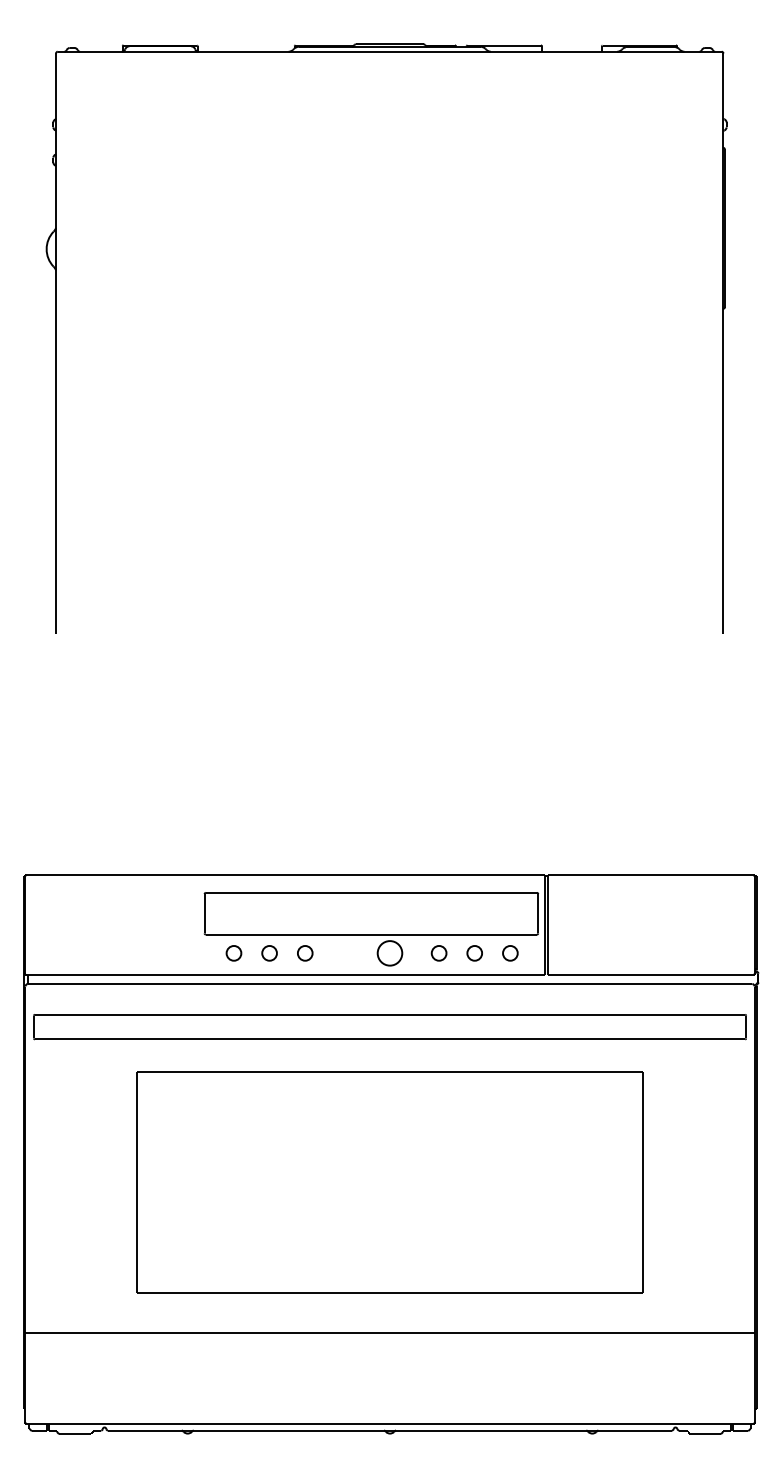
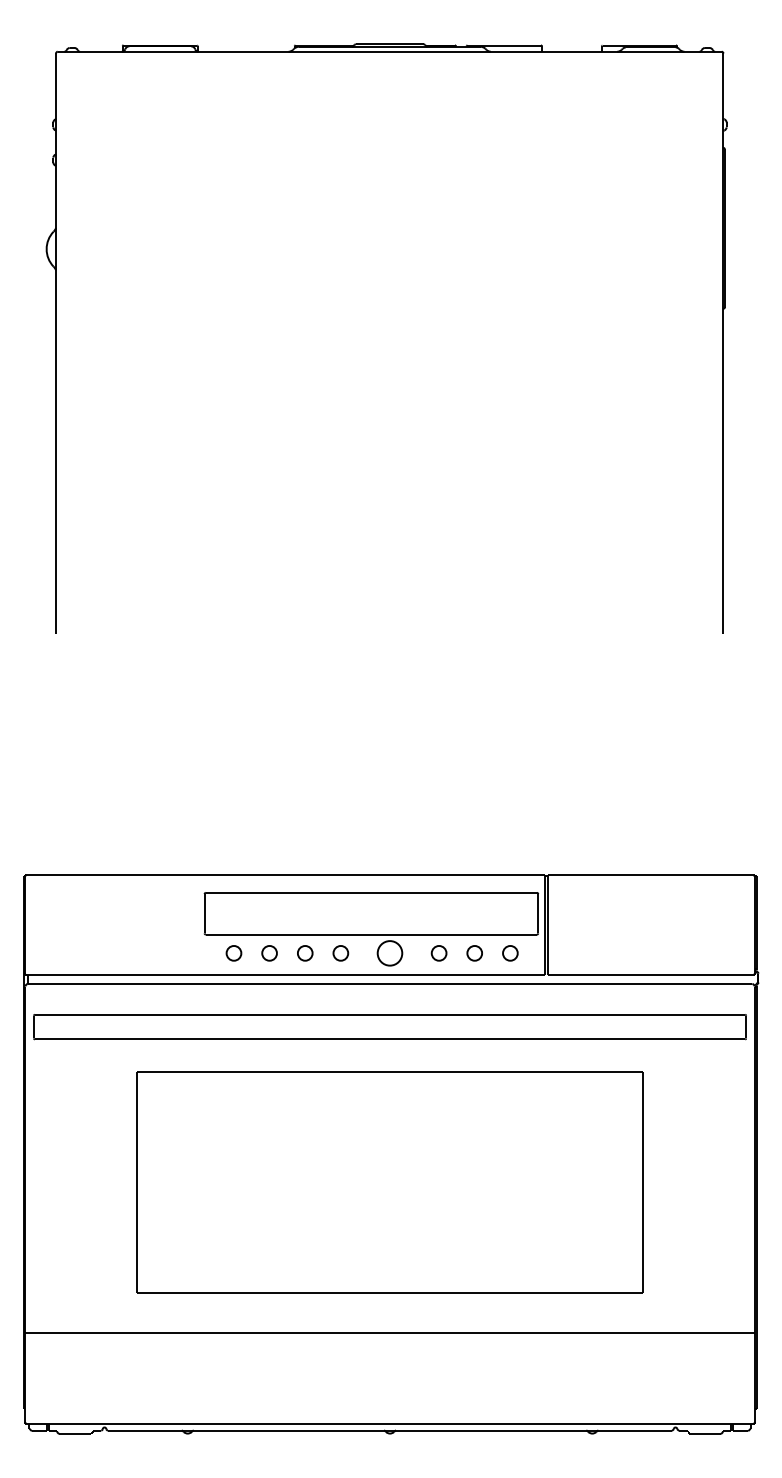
part at (340, 953): none -> present
